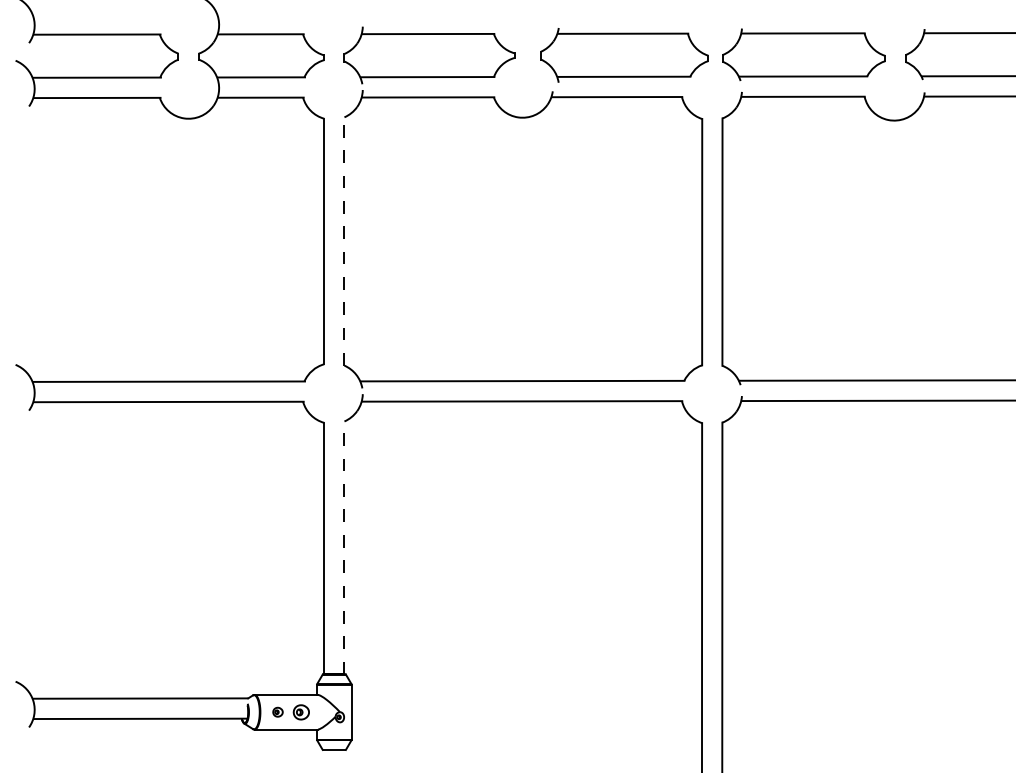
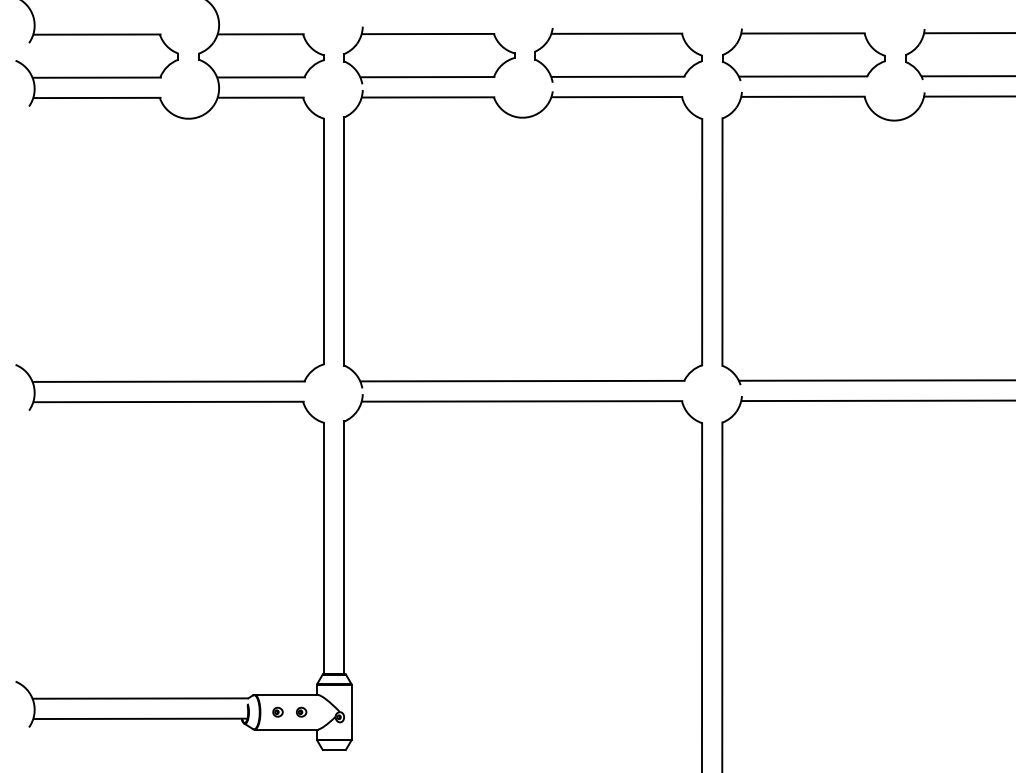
part at (624, 55) position: (624, 55) -> (618, 55)
line at (344, 241): dashed -> solid
line at (344, 547): dashed -> solid
part at (300, 712) size: 18x17 px -> 12x12 px
